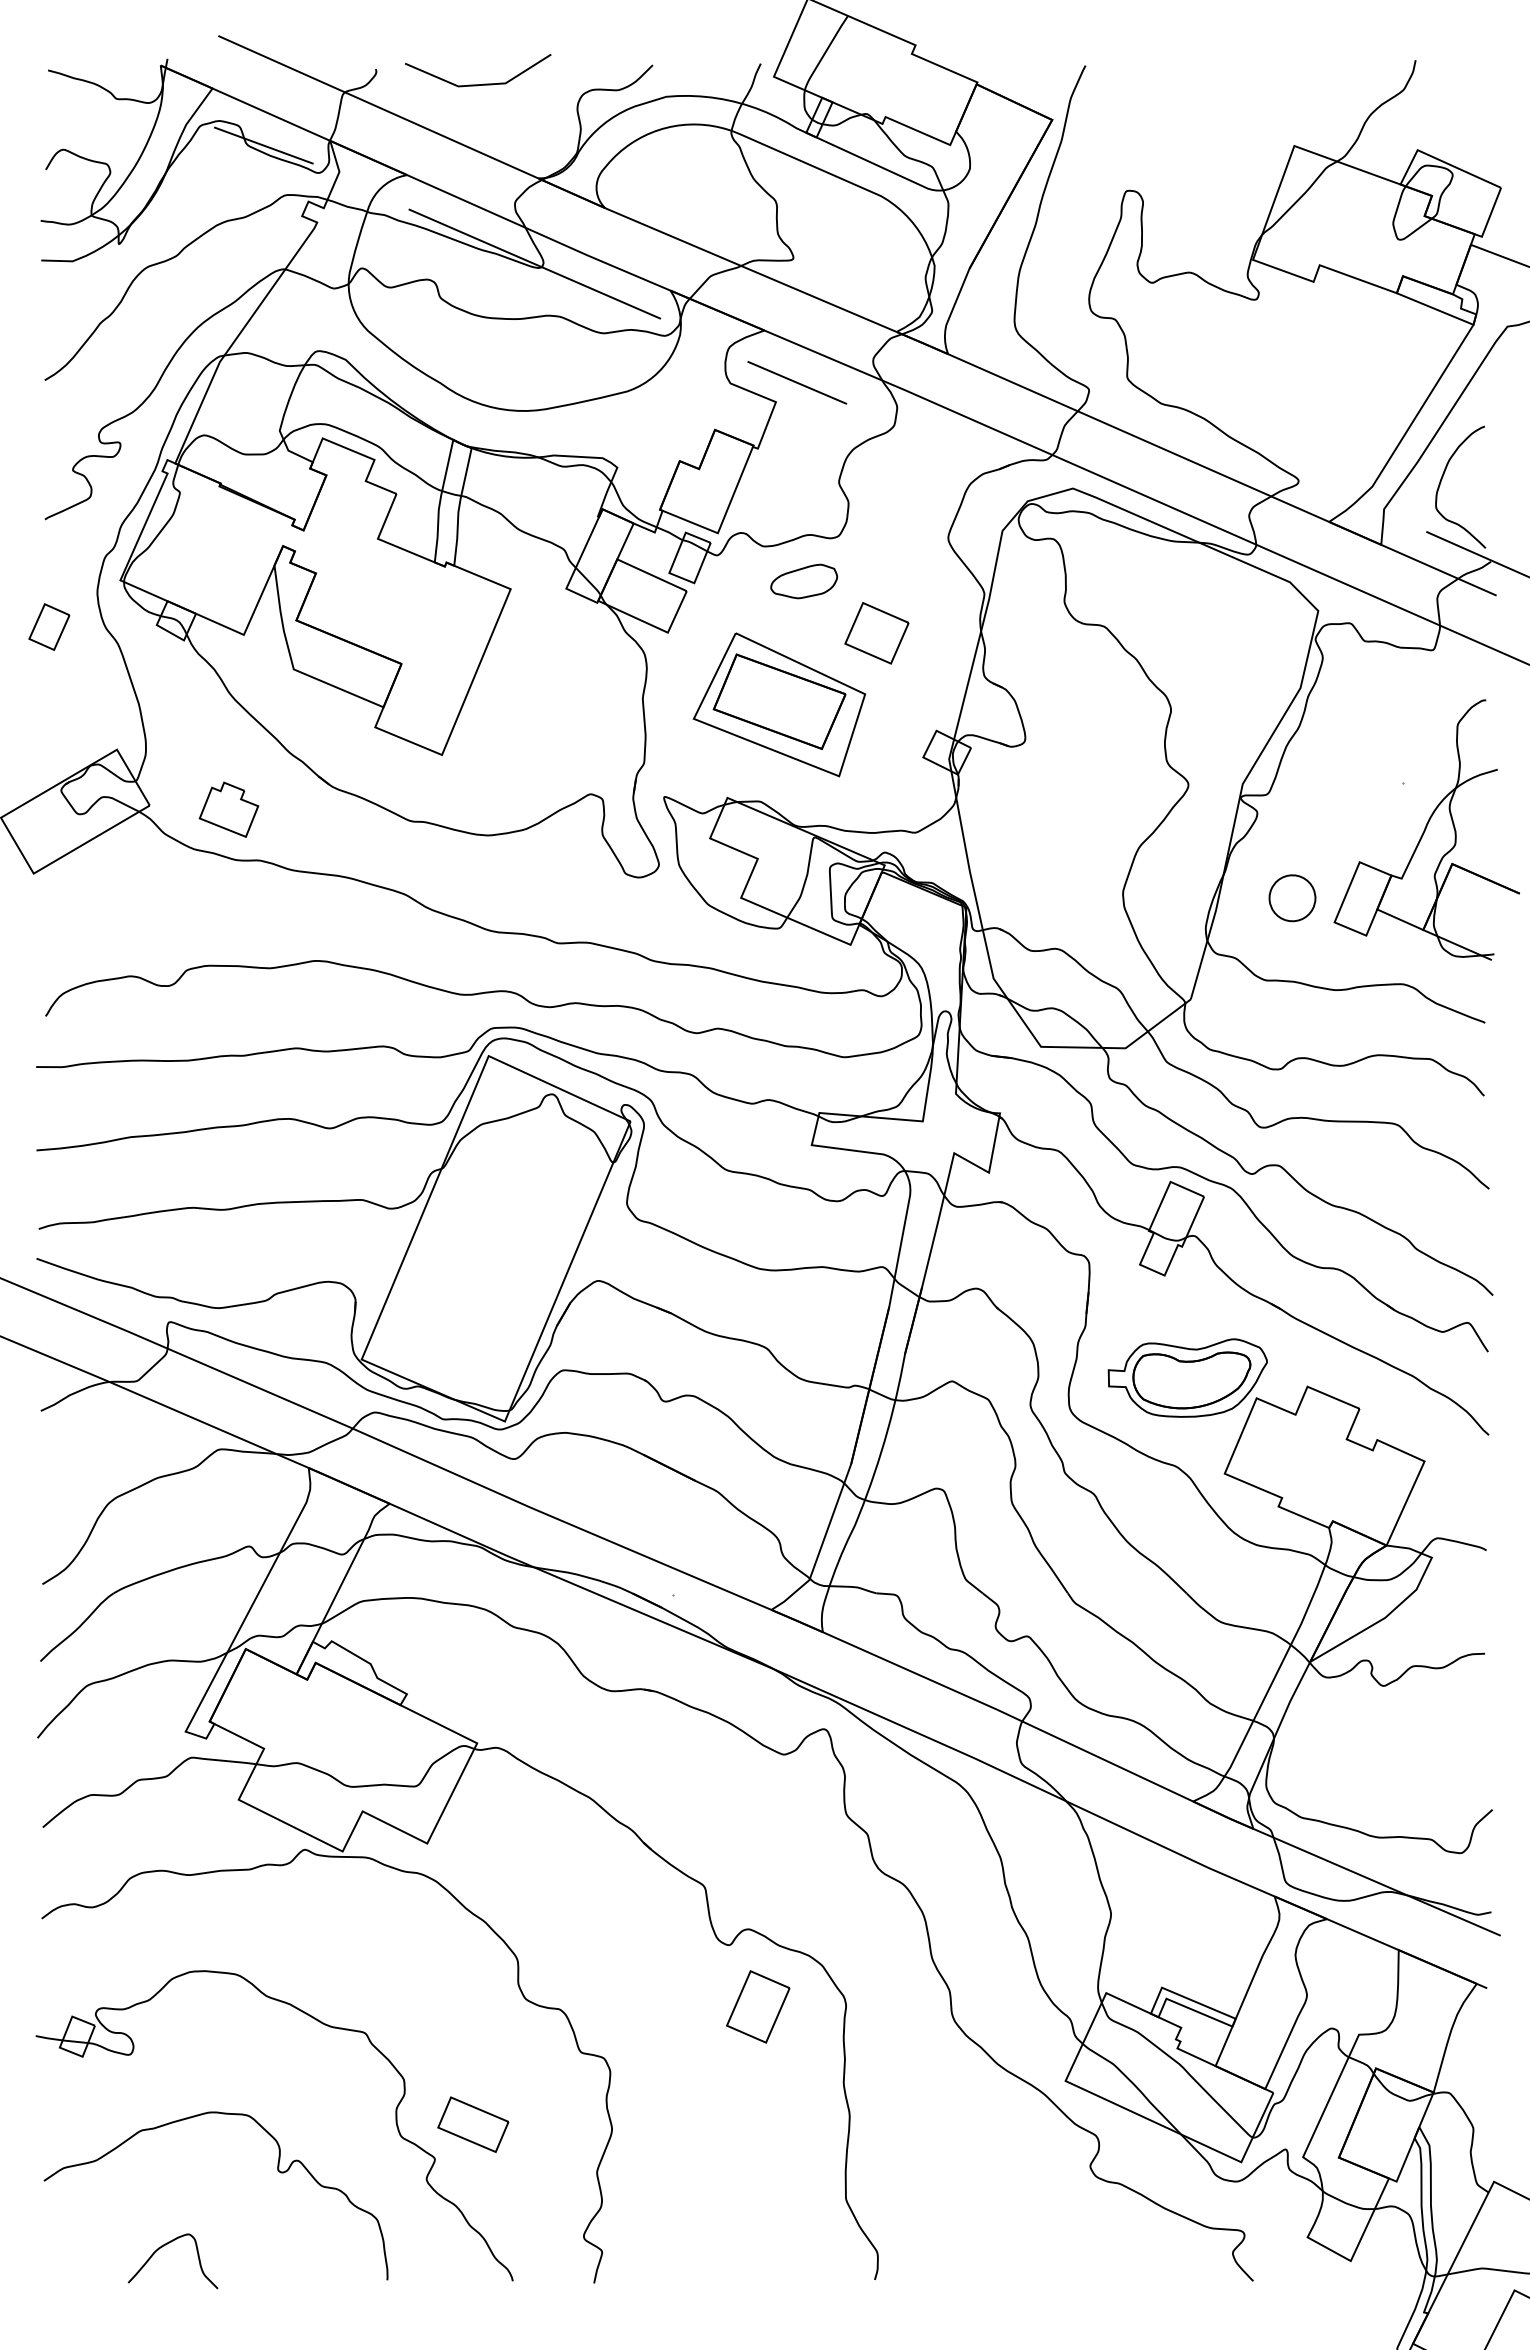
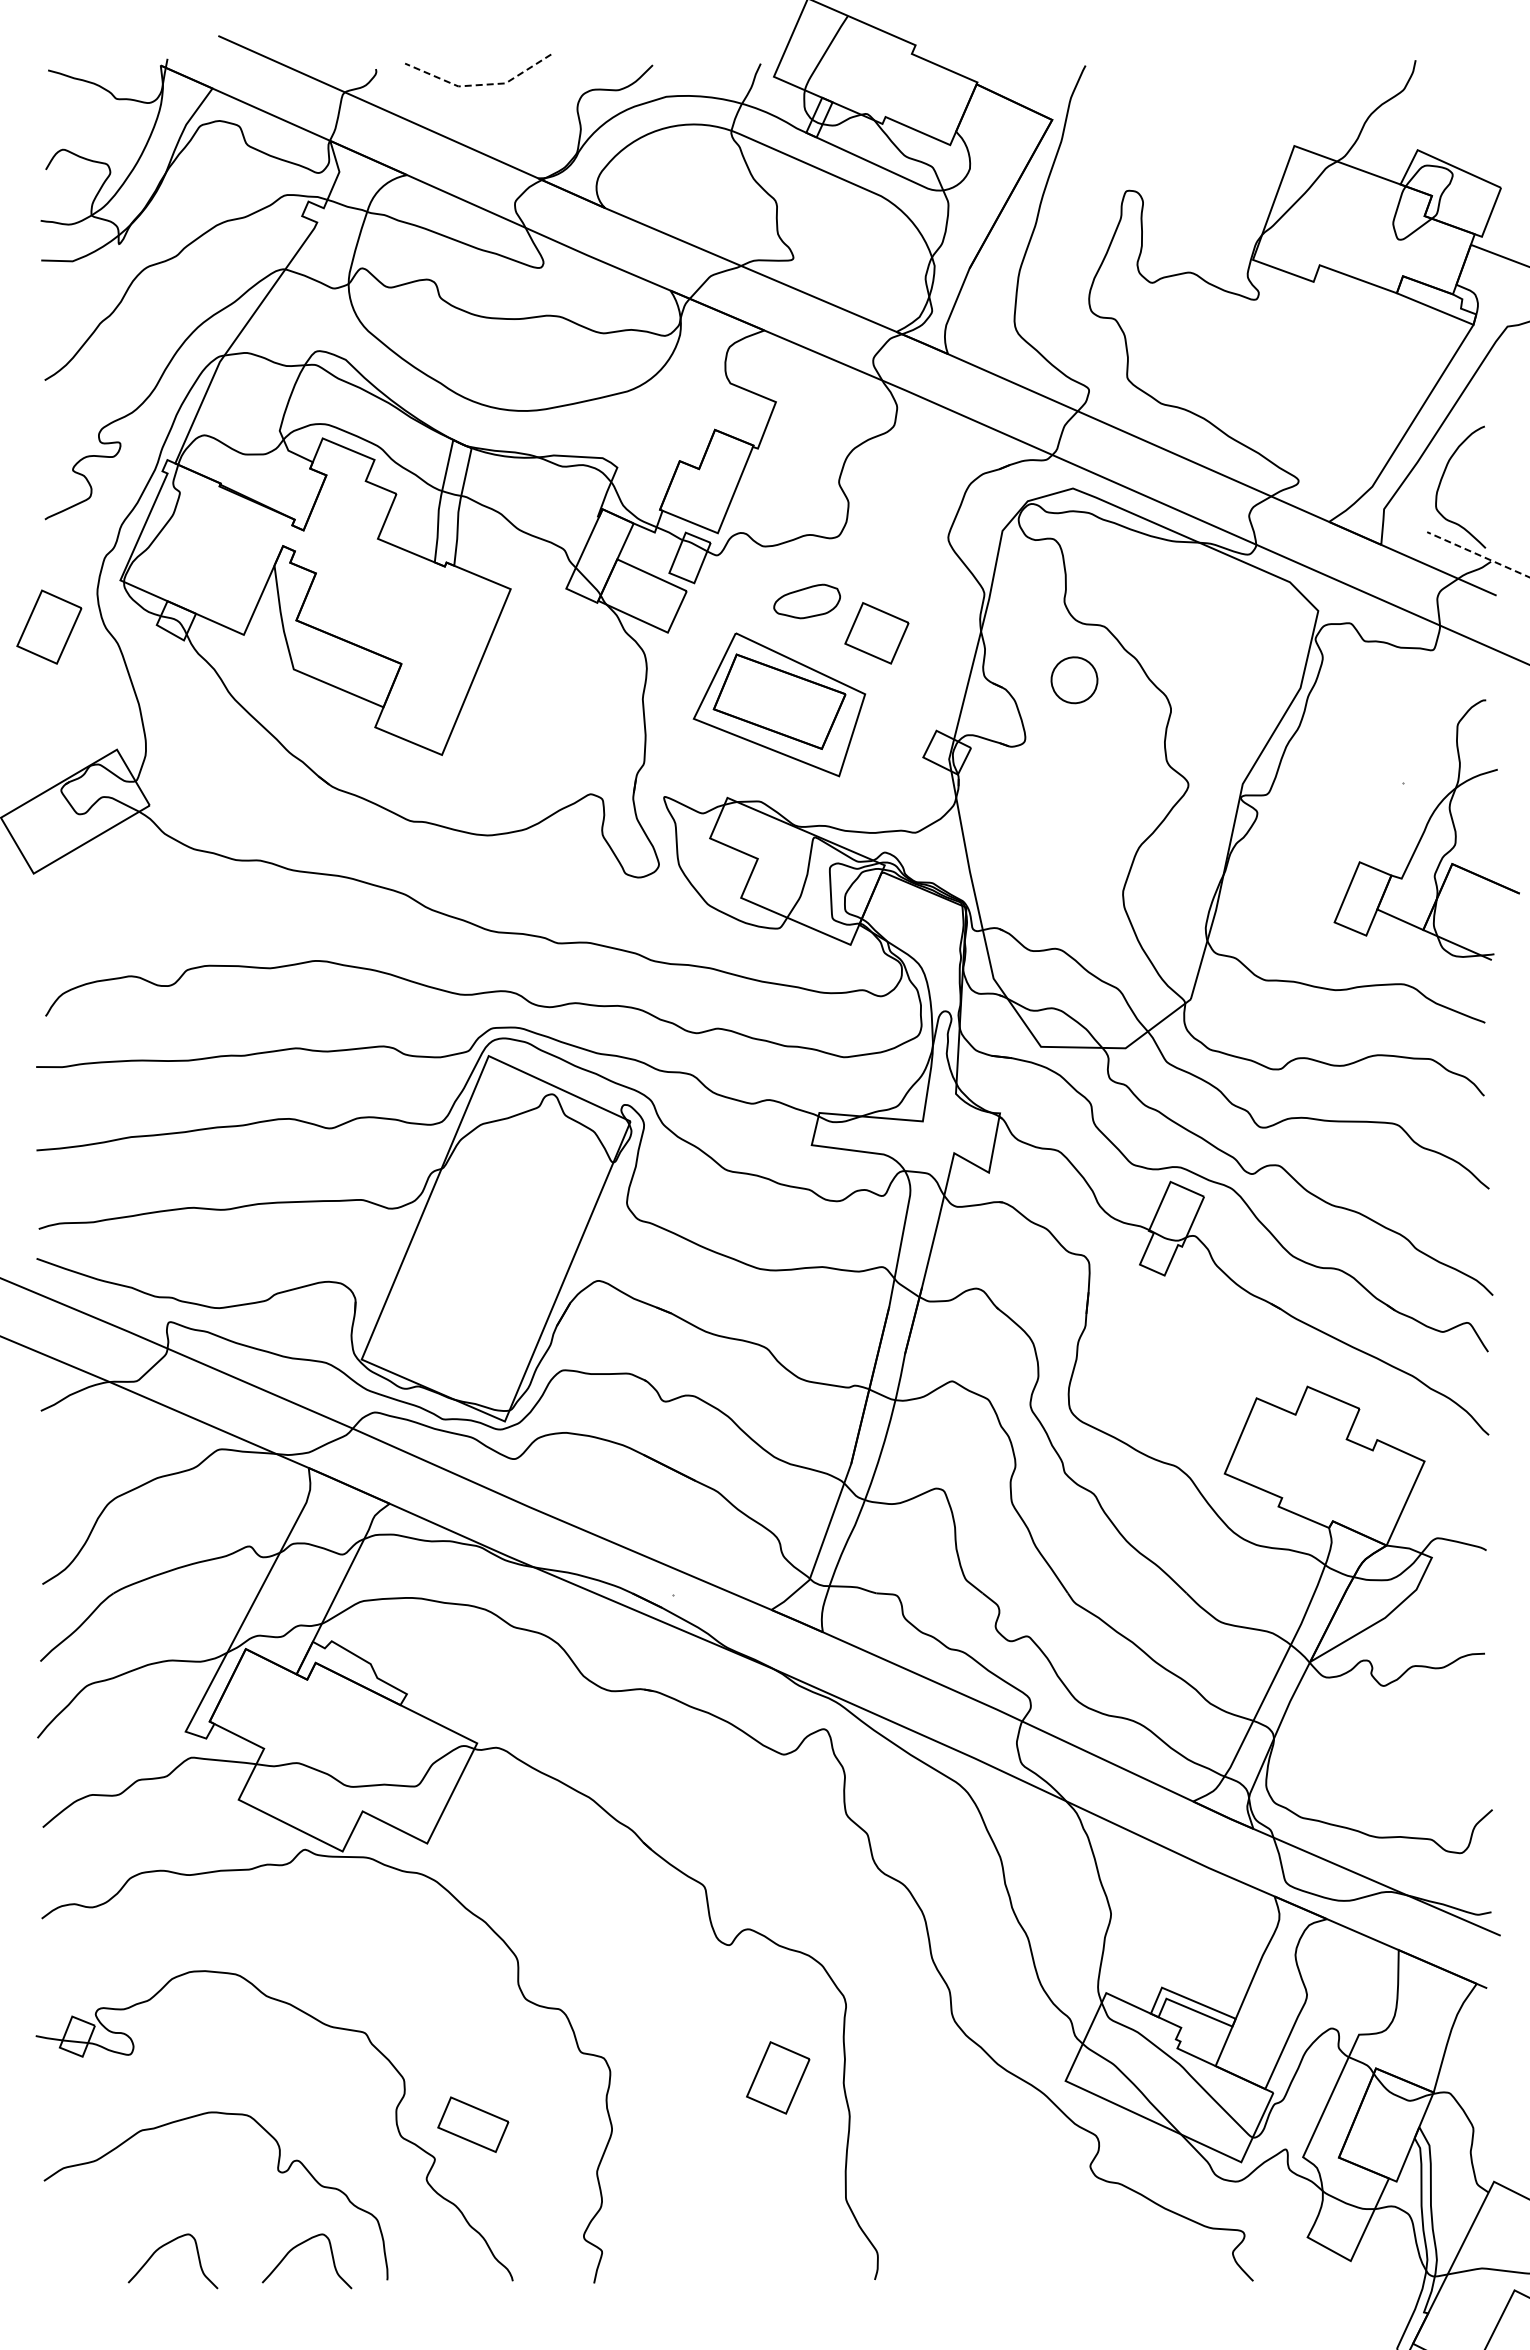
line at (480, 85): solid -> dashed
line at (263, 145): present -> none
line at (534, 263): present -> none
line at (797, 382): present -> none
line at (1478, 554): solid -> dashed
part at (804, 581) position: (804, 581) -> (807, 601)
part at (49, 626) size: 43x48 px -> 67x76 px
part at (228, 809): present -> none
part at (1292, 898) position: (1292, 898) -> (1074, 680)
part at (1187, 1377): present -> none
part at (758, 2006) position: (758, 2006) -> (778, 2077)
curve at (298, 2246): none -> present
